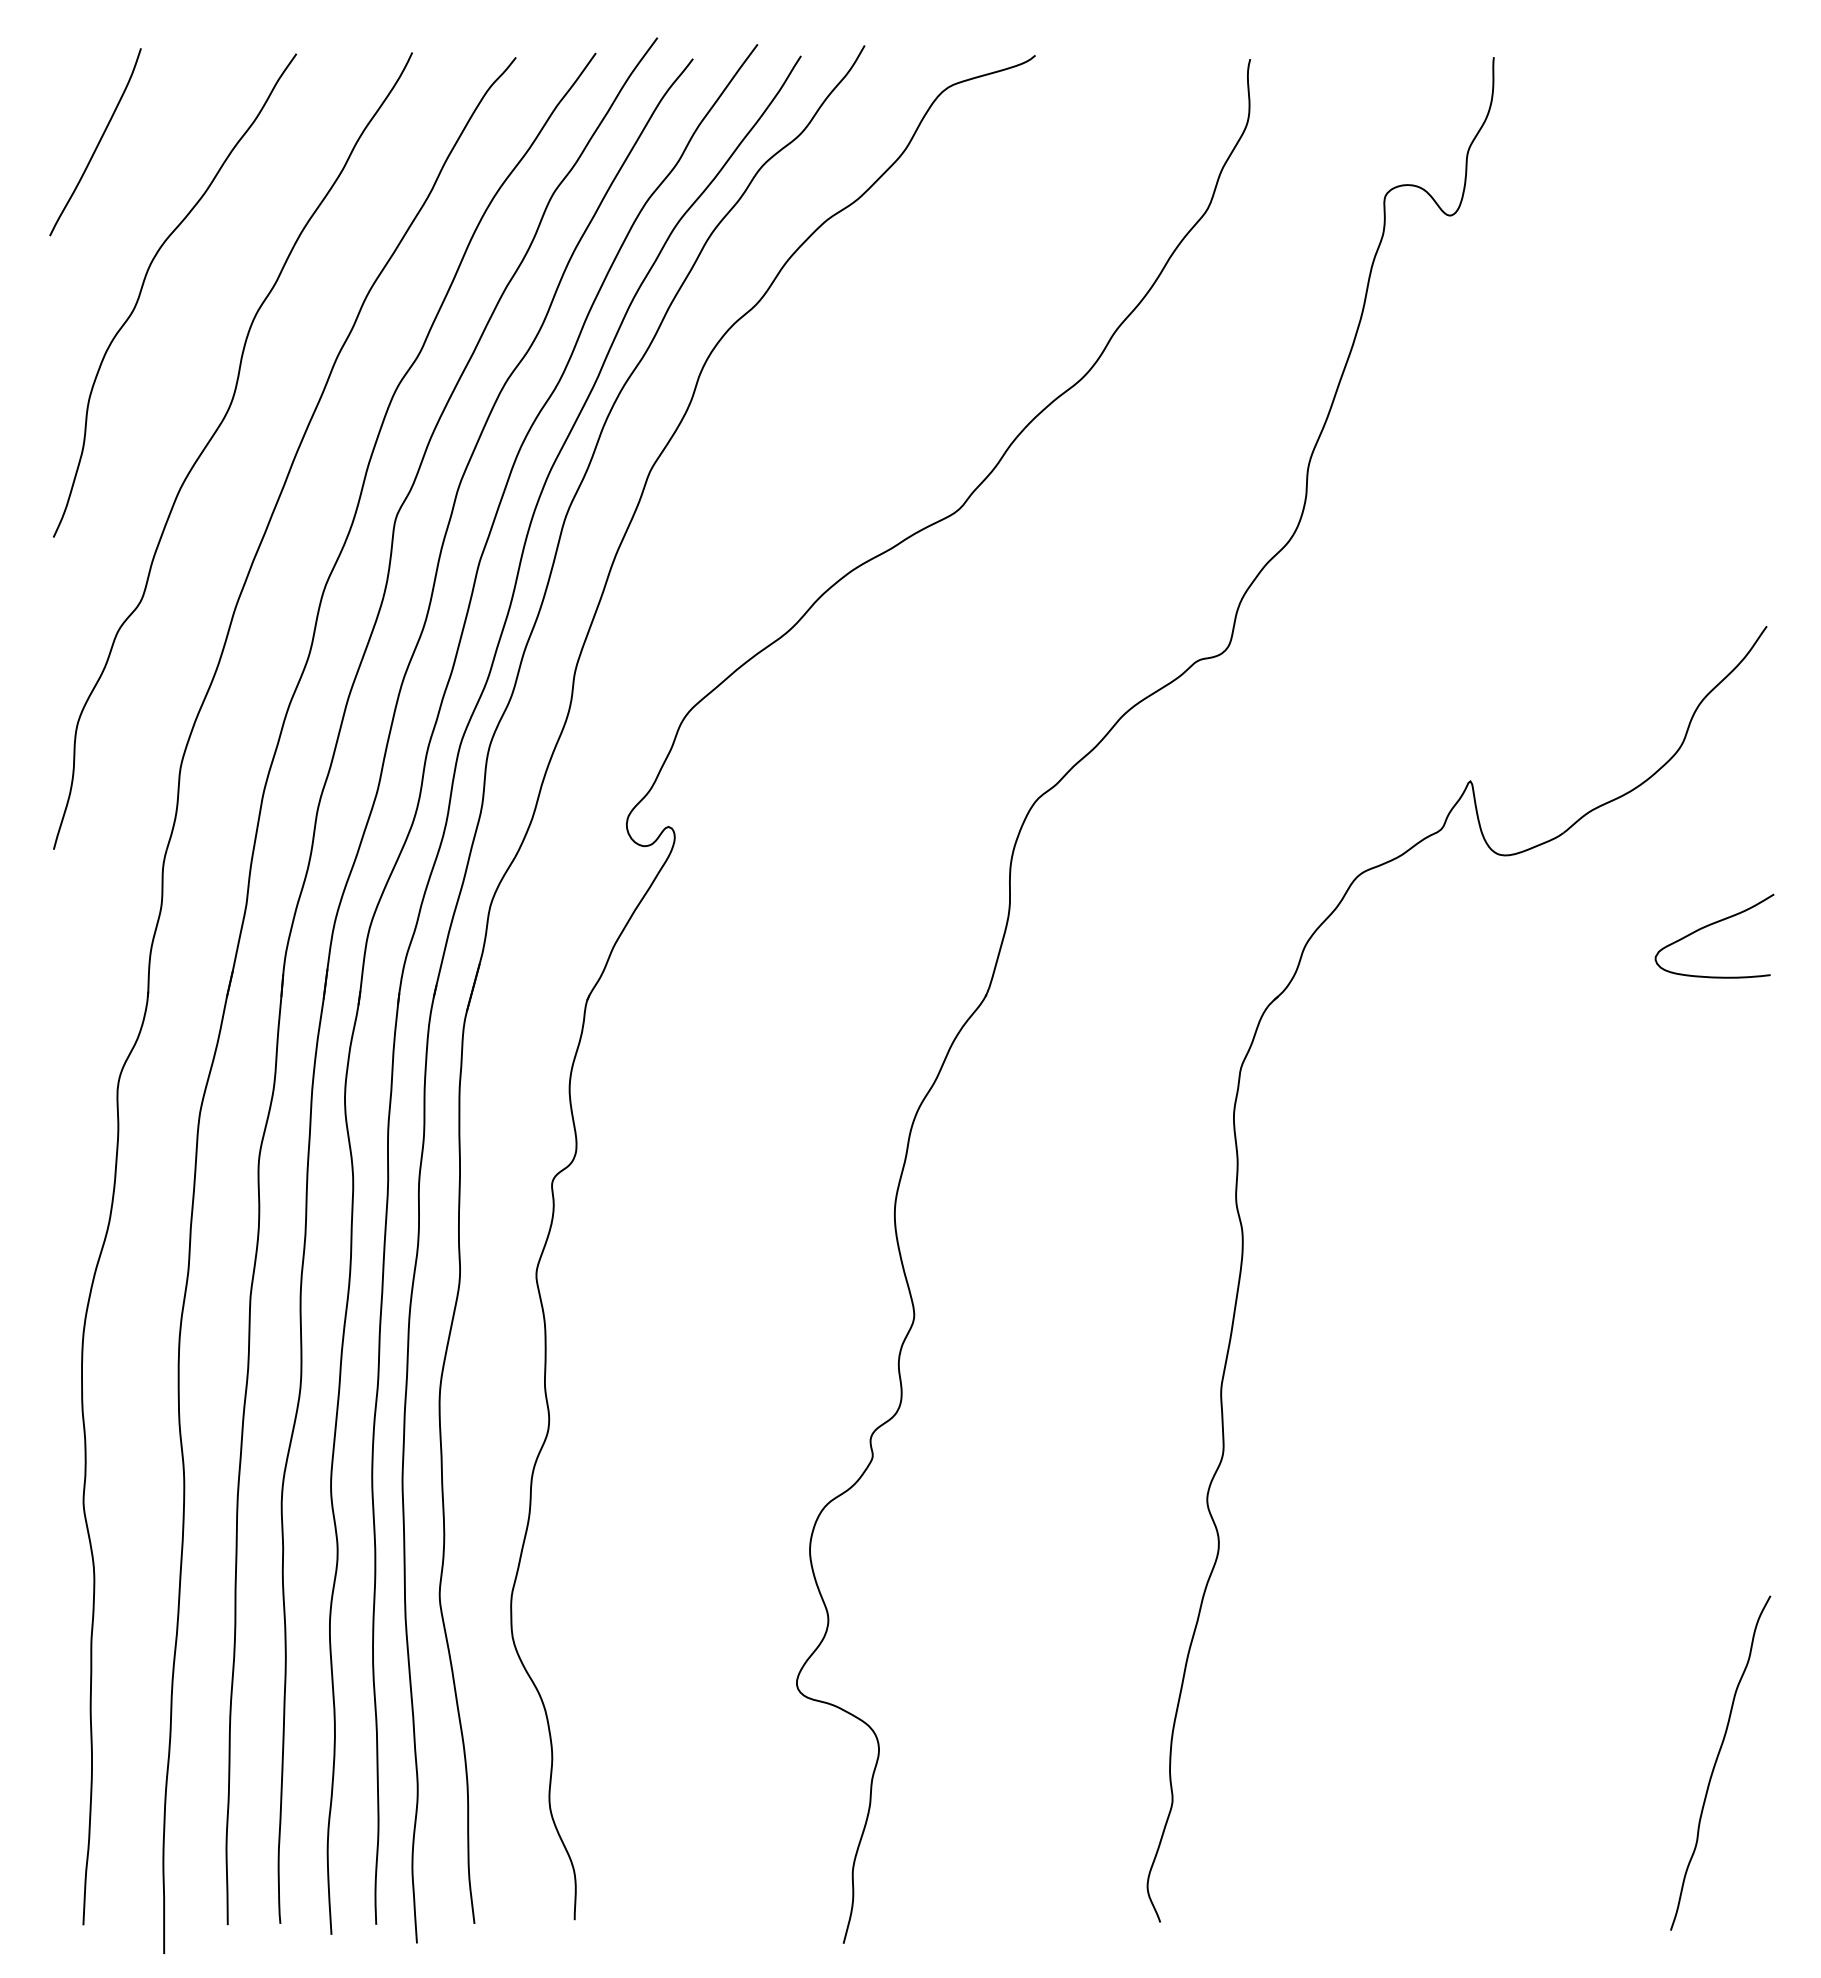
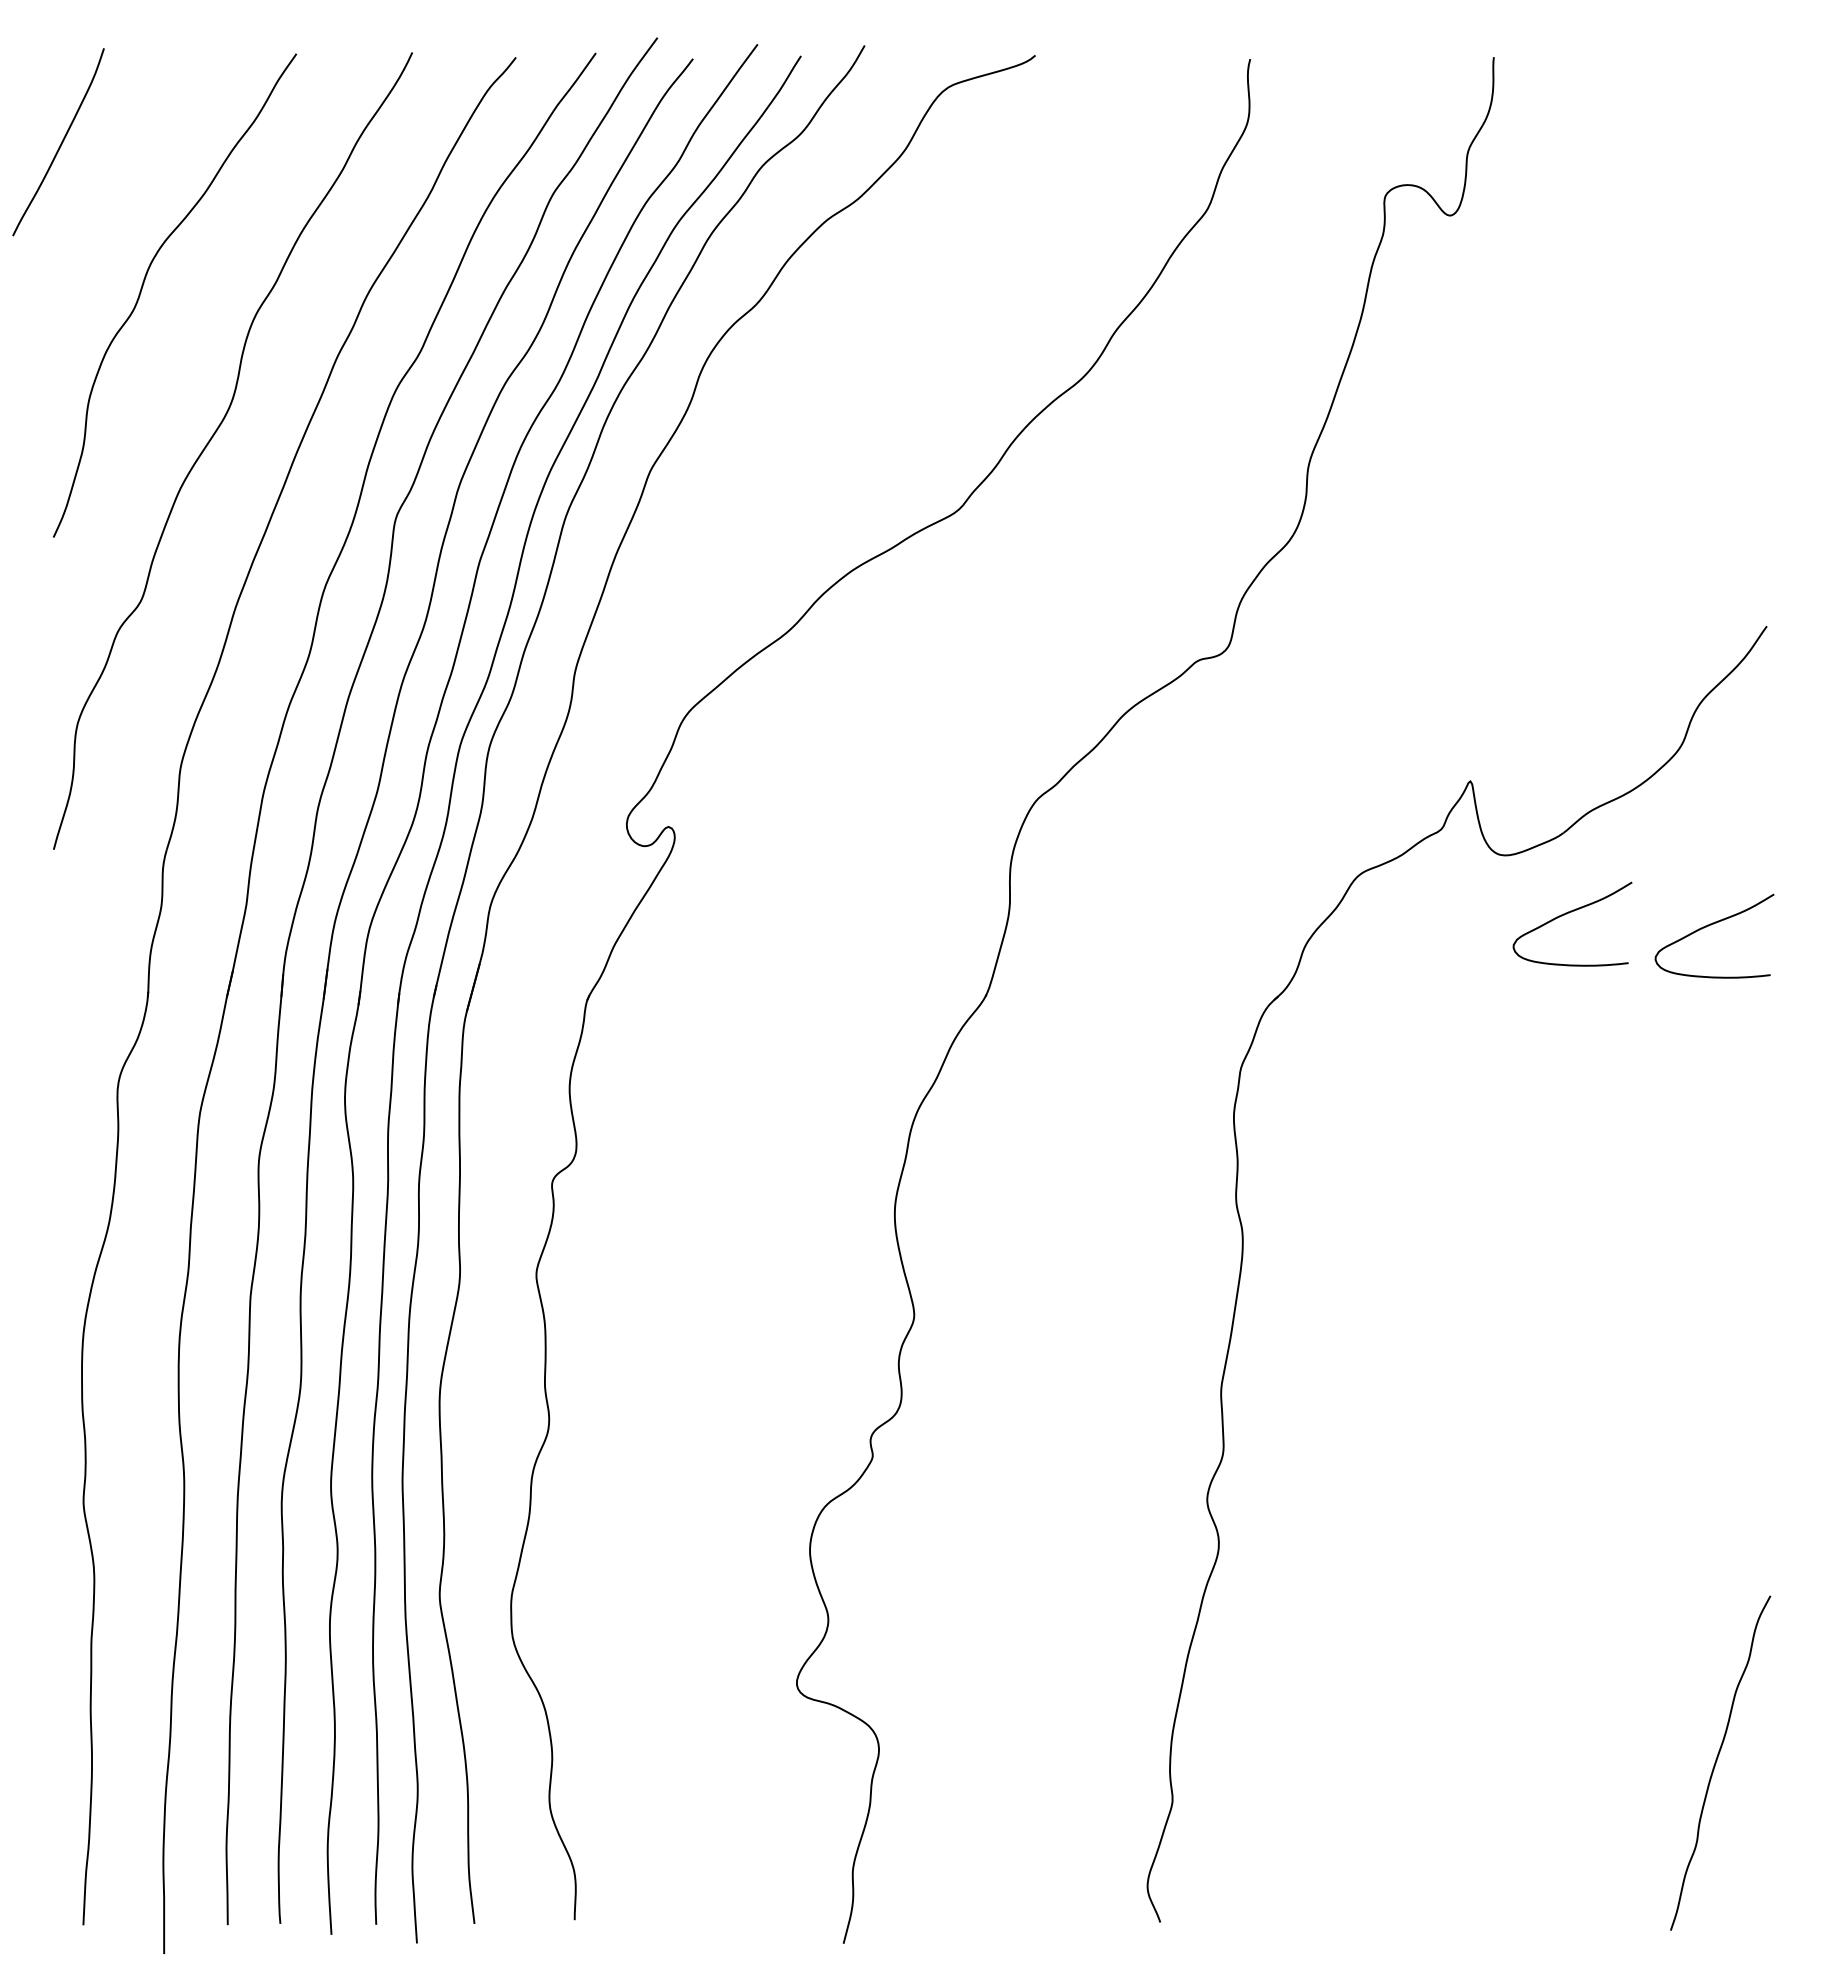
curve at (97, 143) position: (97, 143) -> (60, 143)
curve at (1569, 913): none -> present
